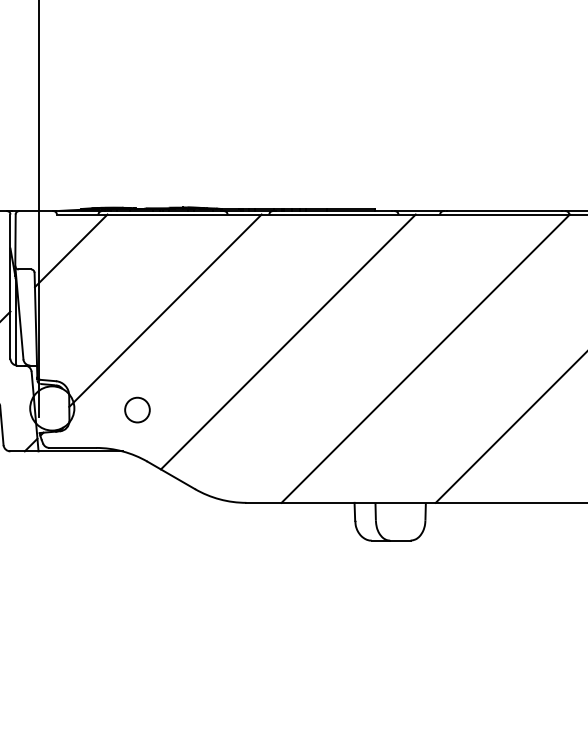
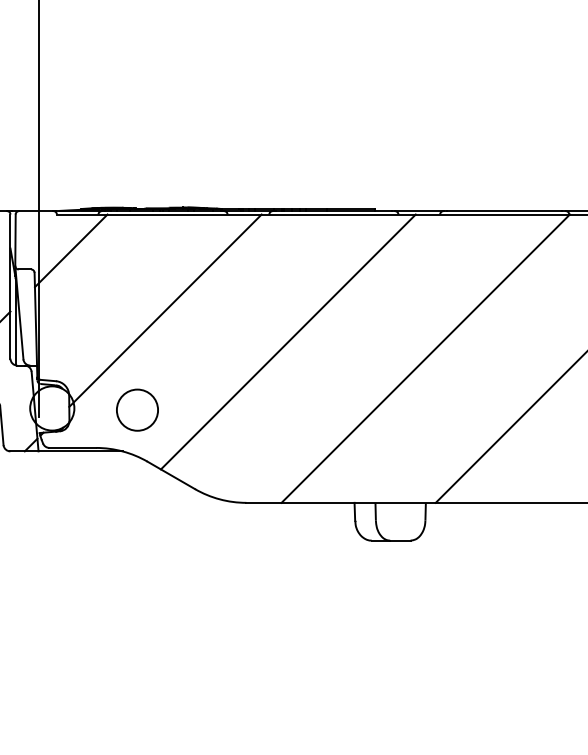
circle at (137, 409) size: 27x28 px -> 43x44 px
